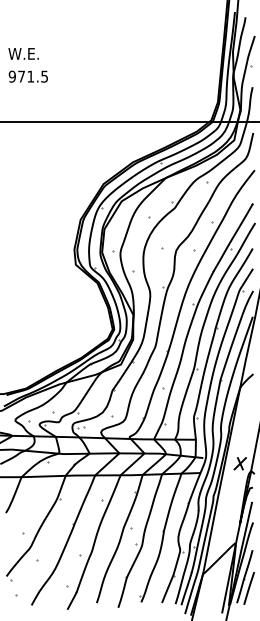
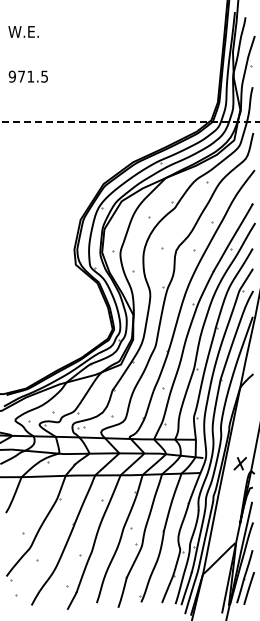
text at (23, 53) position: (23, 53) -> (23, 31)
line at (130, 121): solid -> dashed
